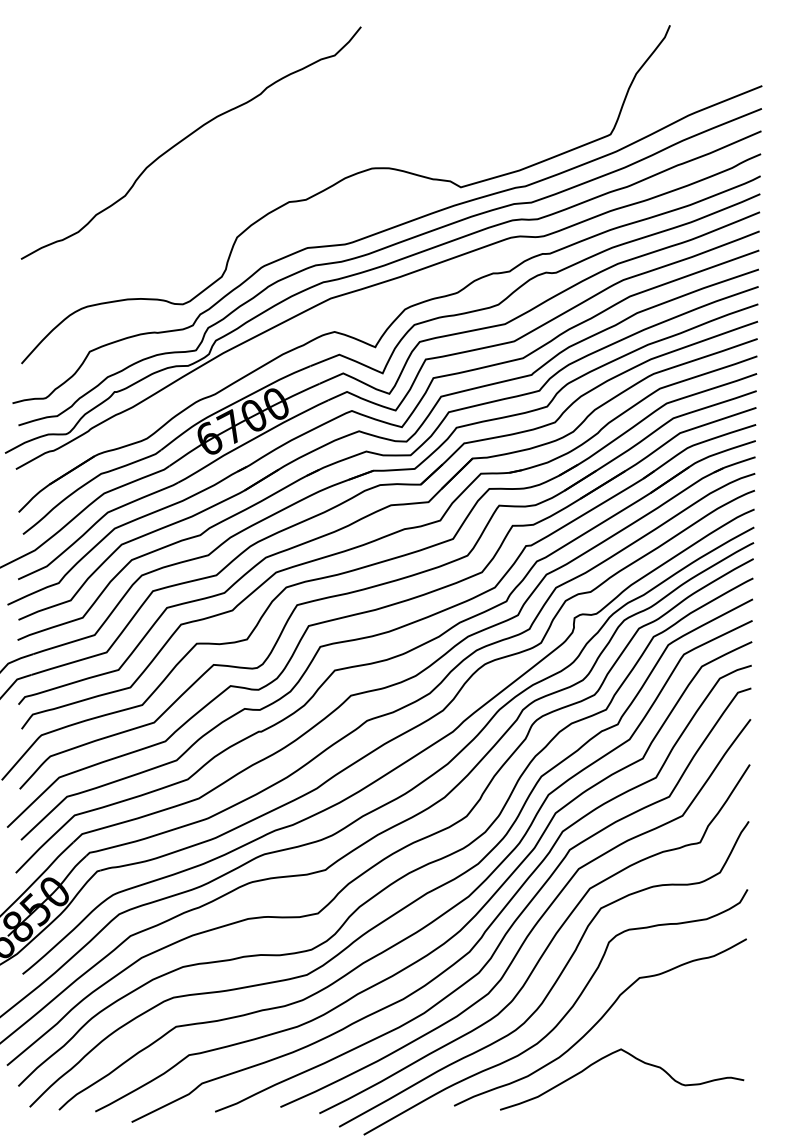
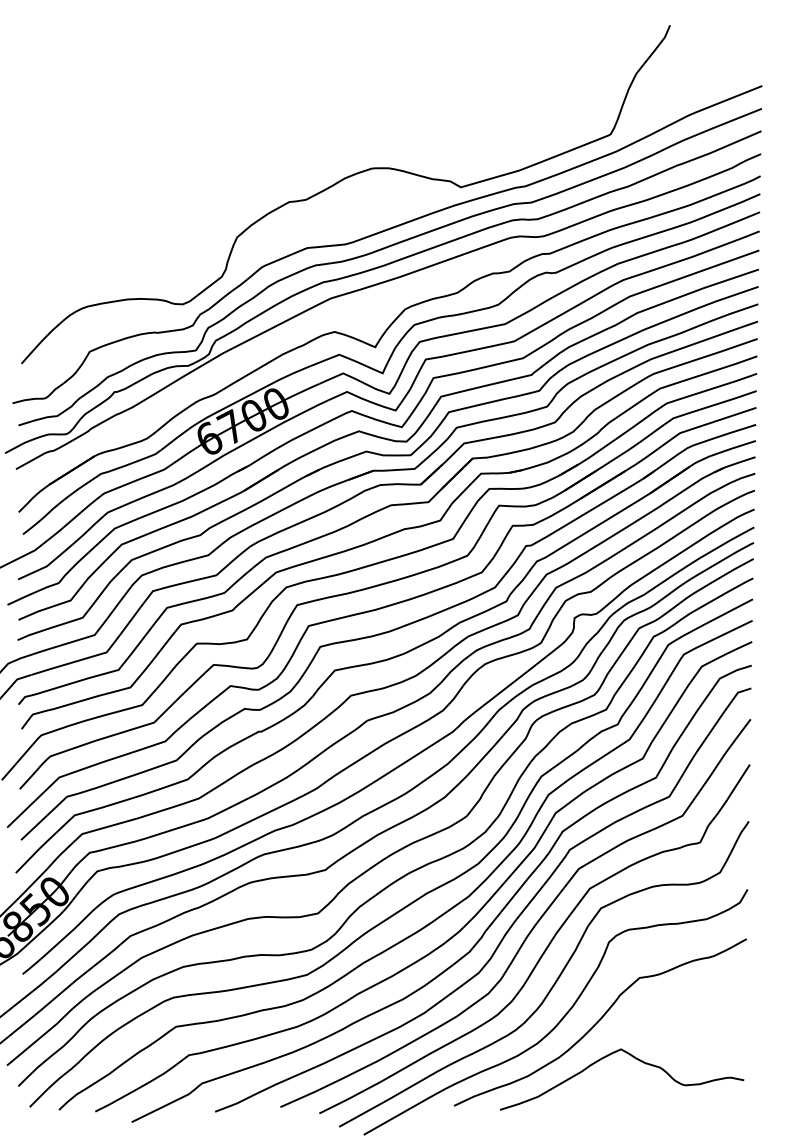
curve at (188, 137): present -> none
